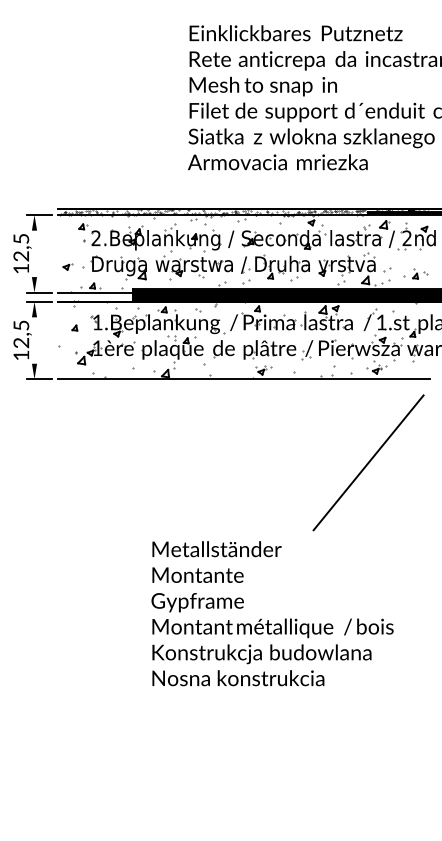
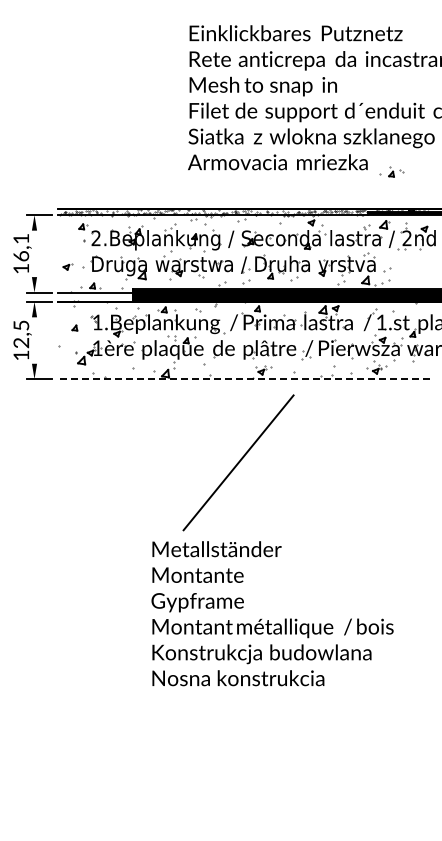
text at (21, 247): 12,5 -> 16,1
part at (415, 273) position: (415, 273) -> (391, 171)
line at (244, 379): solid -> dashed
line at (368, 462) position: (368, 462) -> (238, 462)
